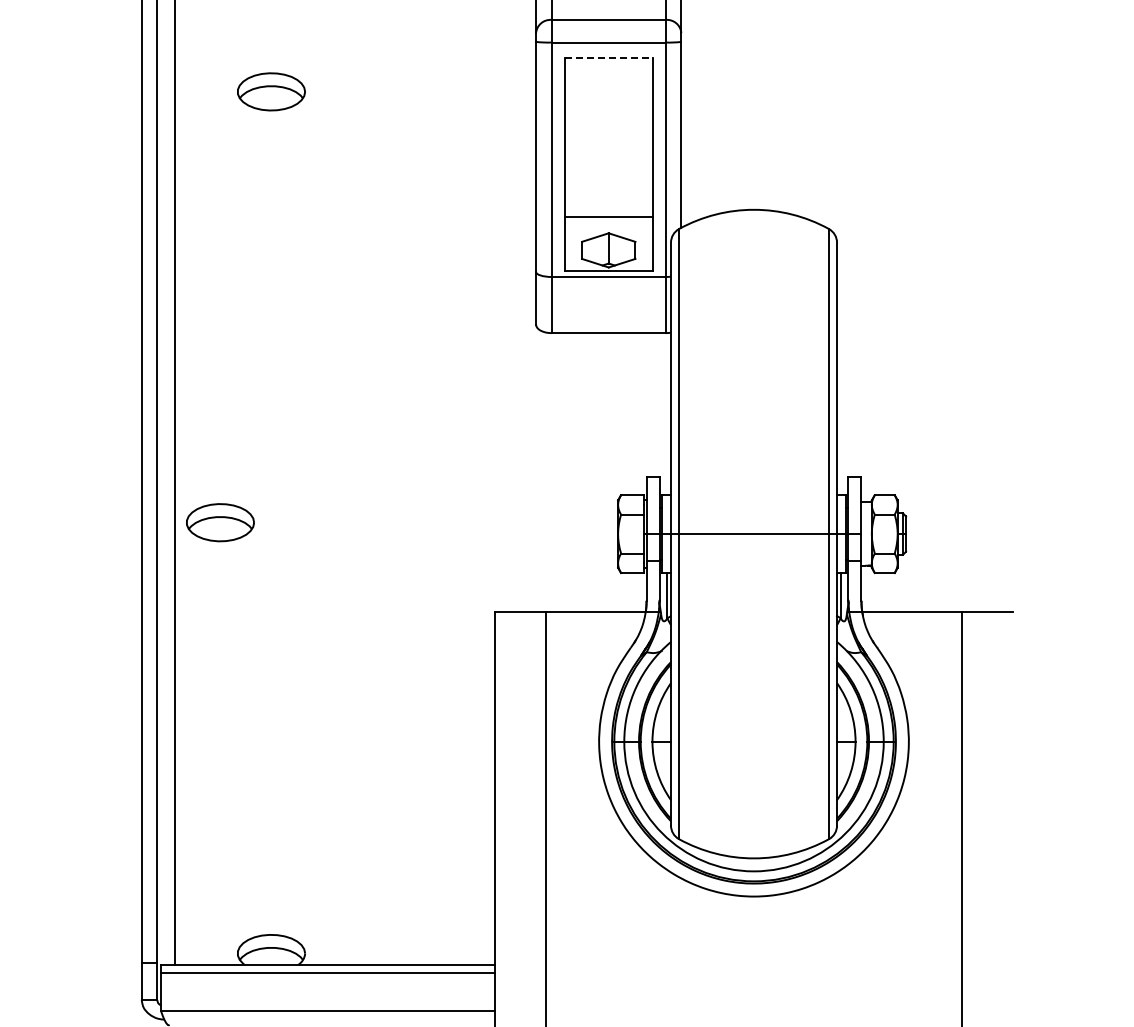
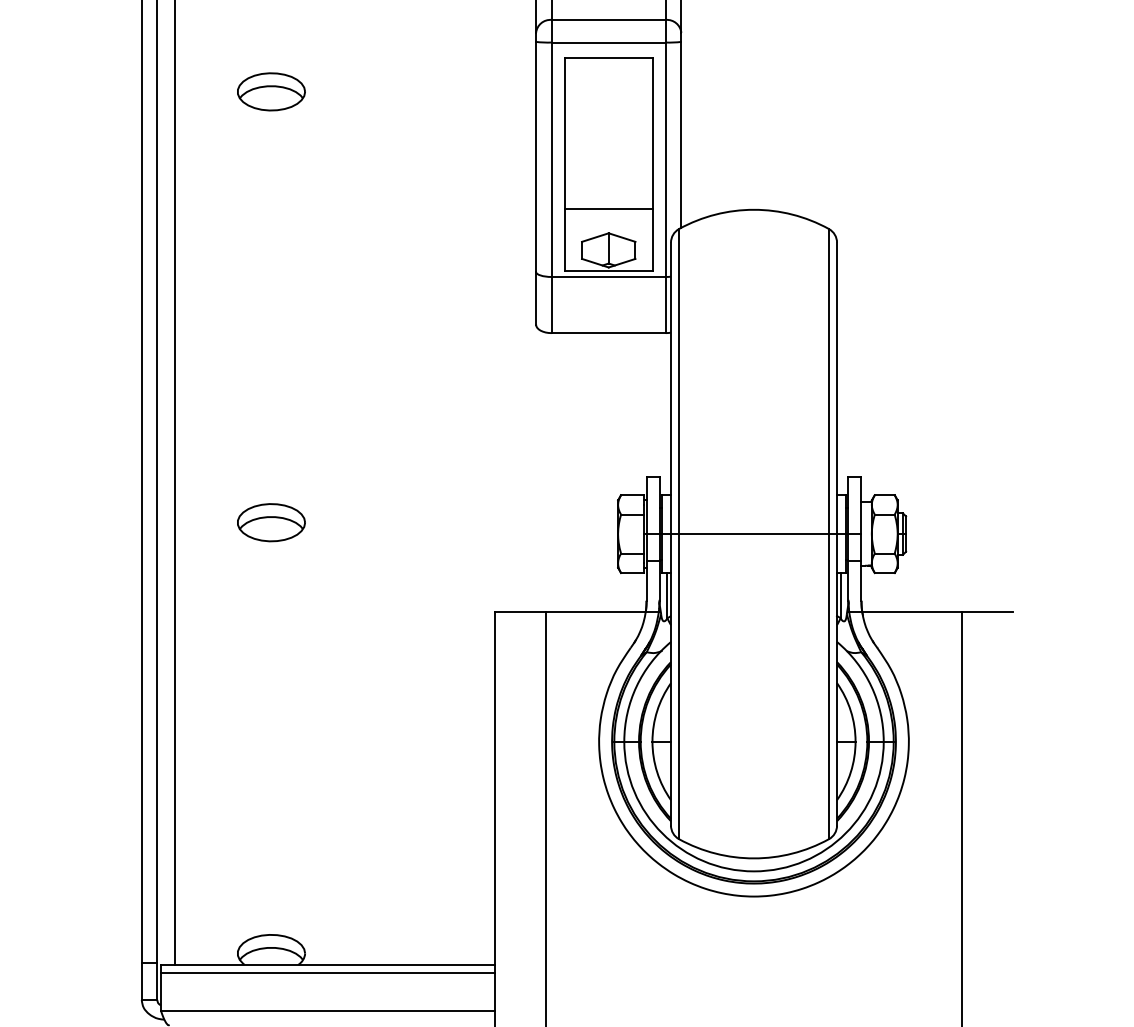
line at (609, 57): dashed -> solid
line at (608, 217) position: (608, 217) -> (608, 209)
part at (220, 522) position: (220, 522) -> (271, 522)
